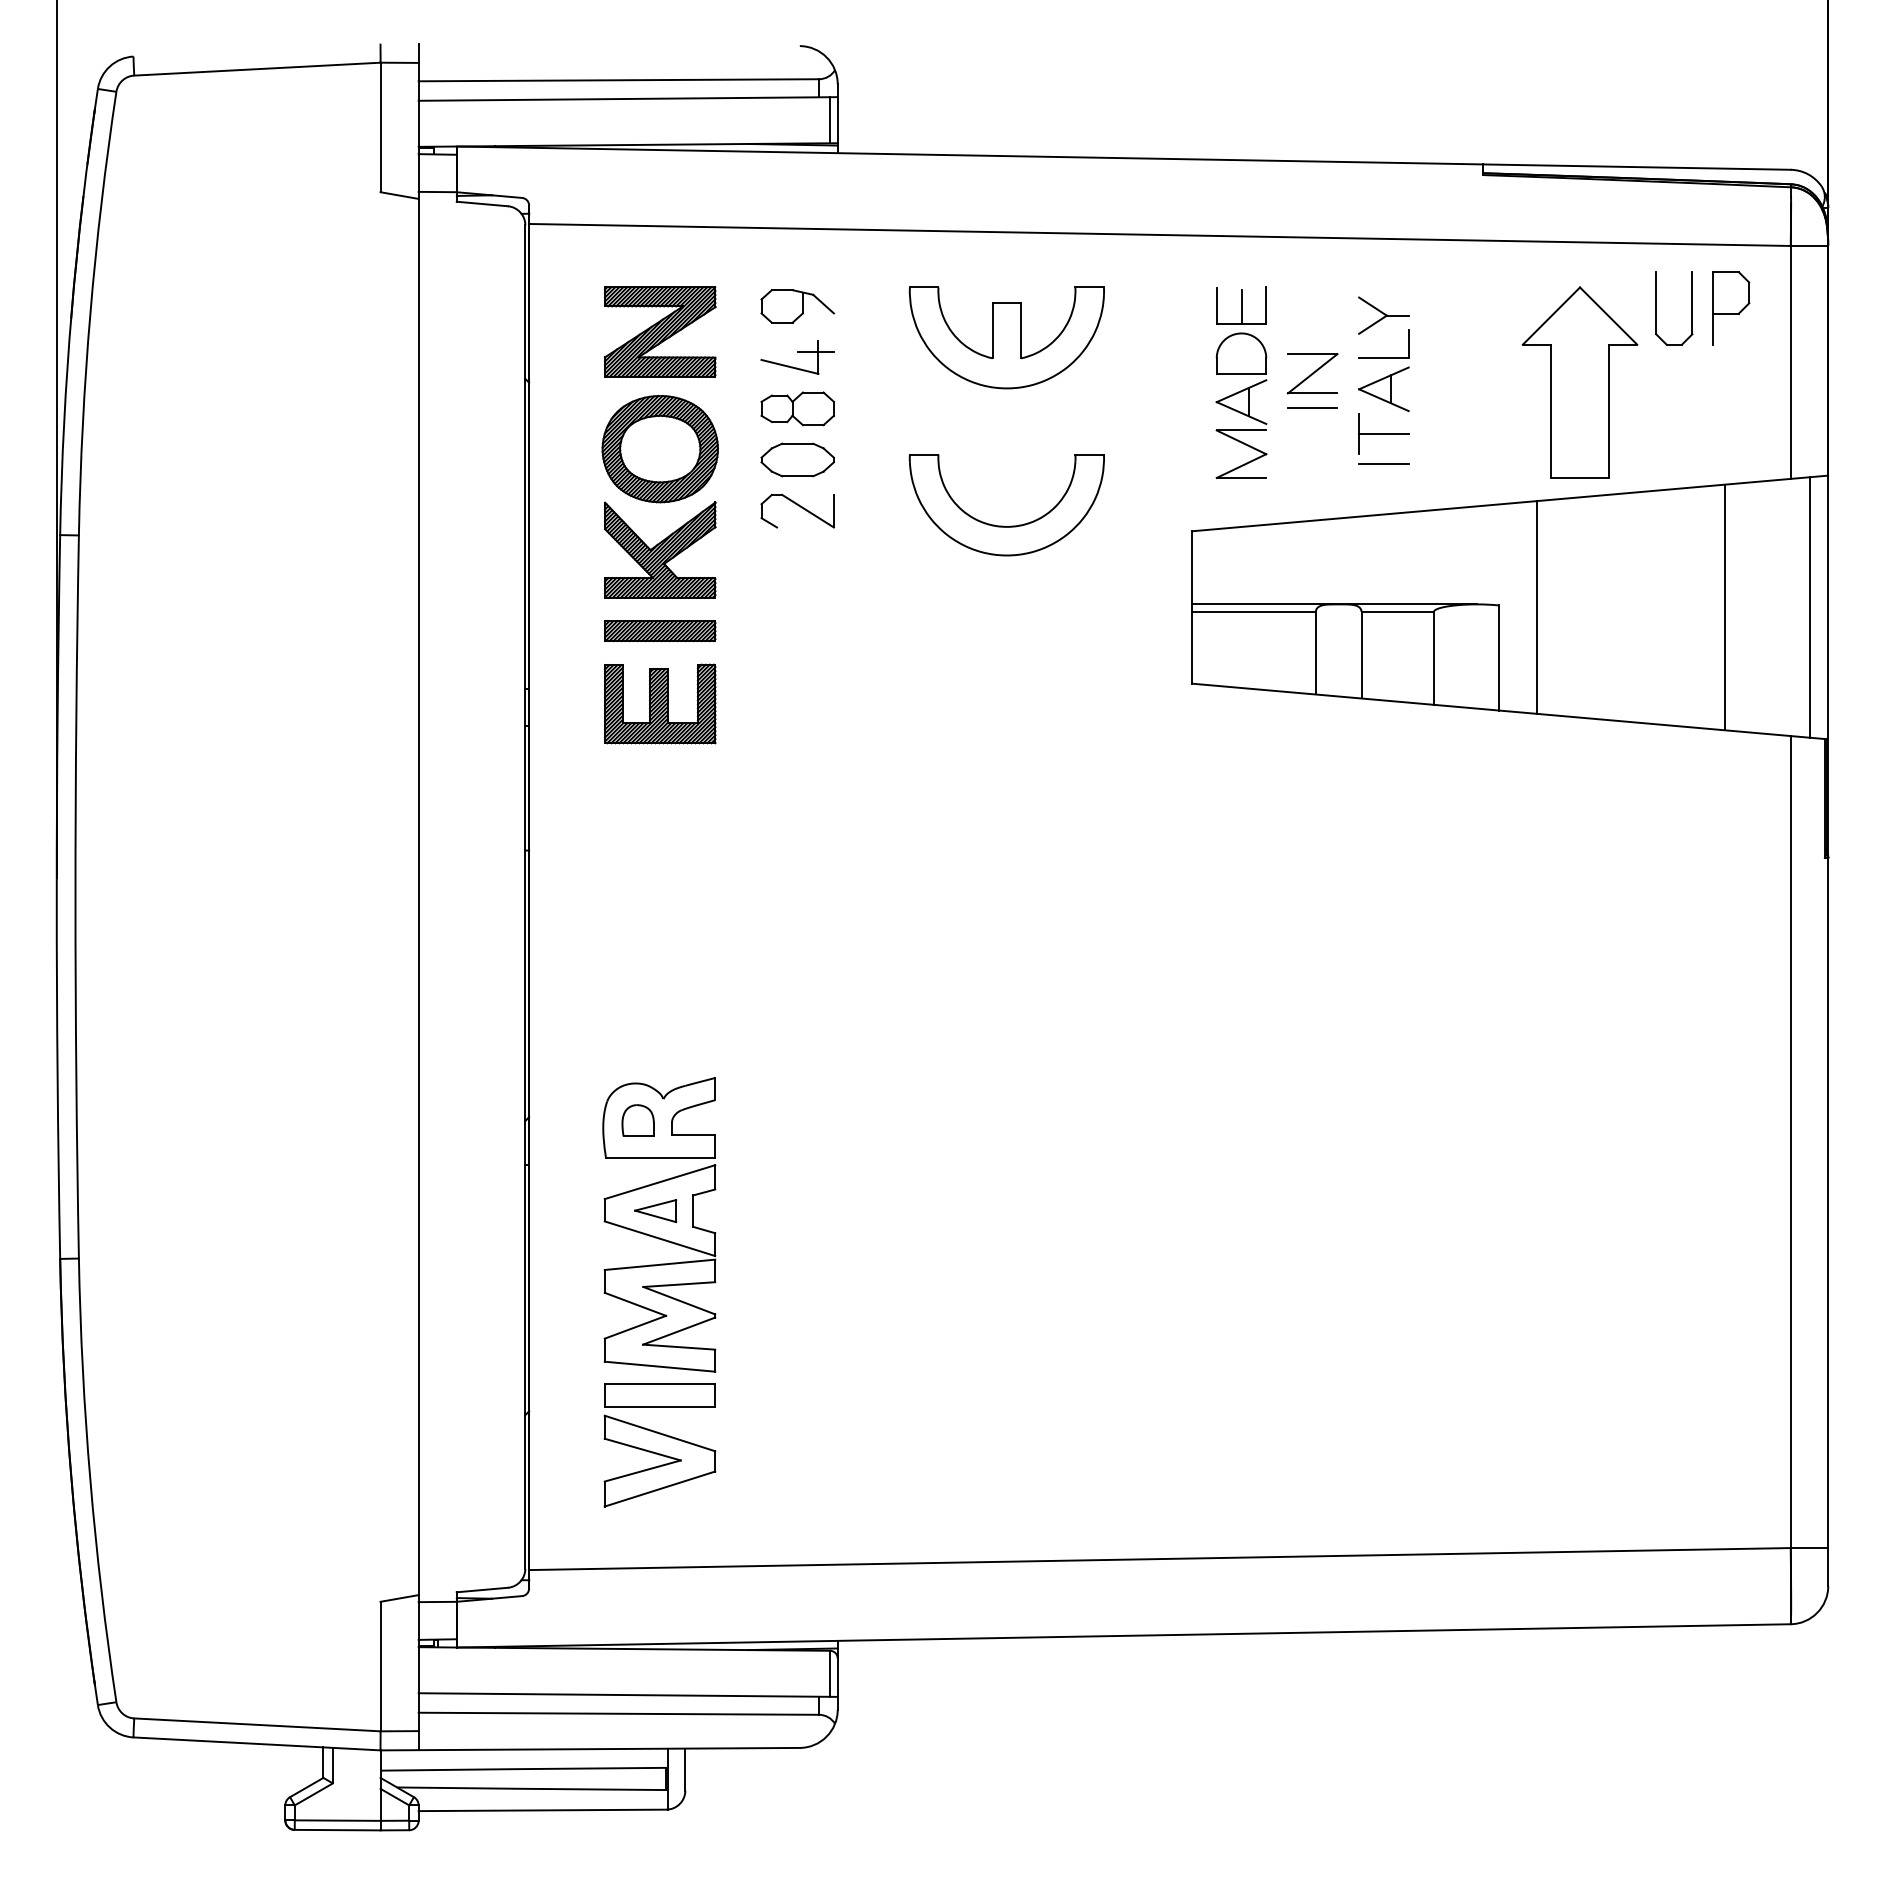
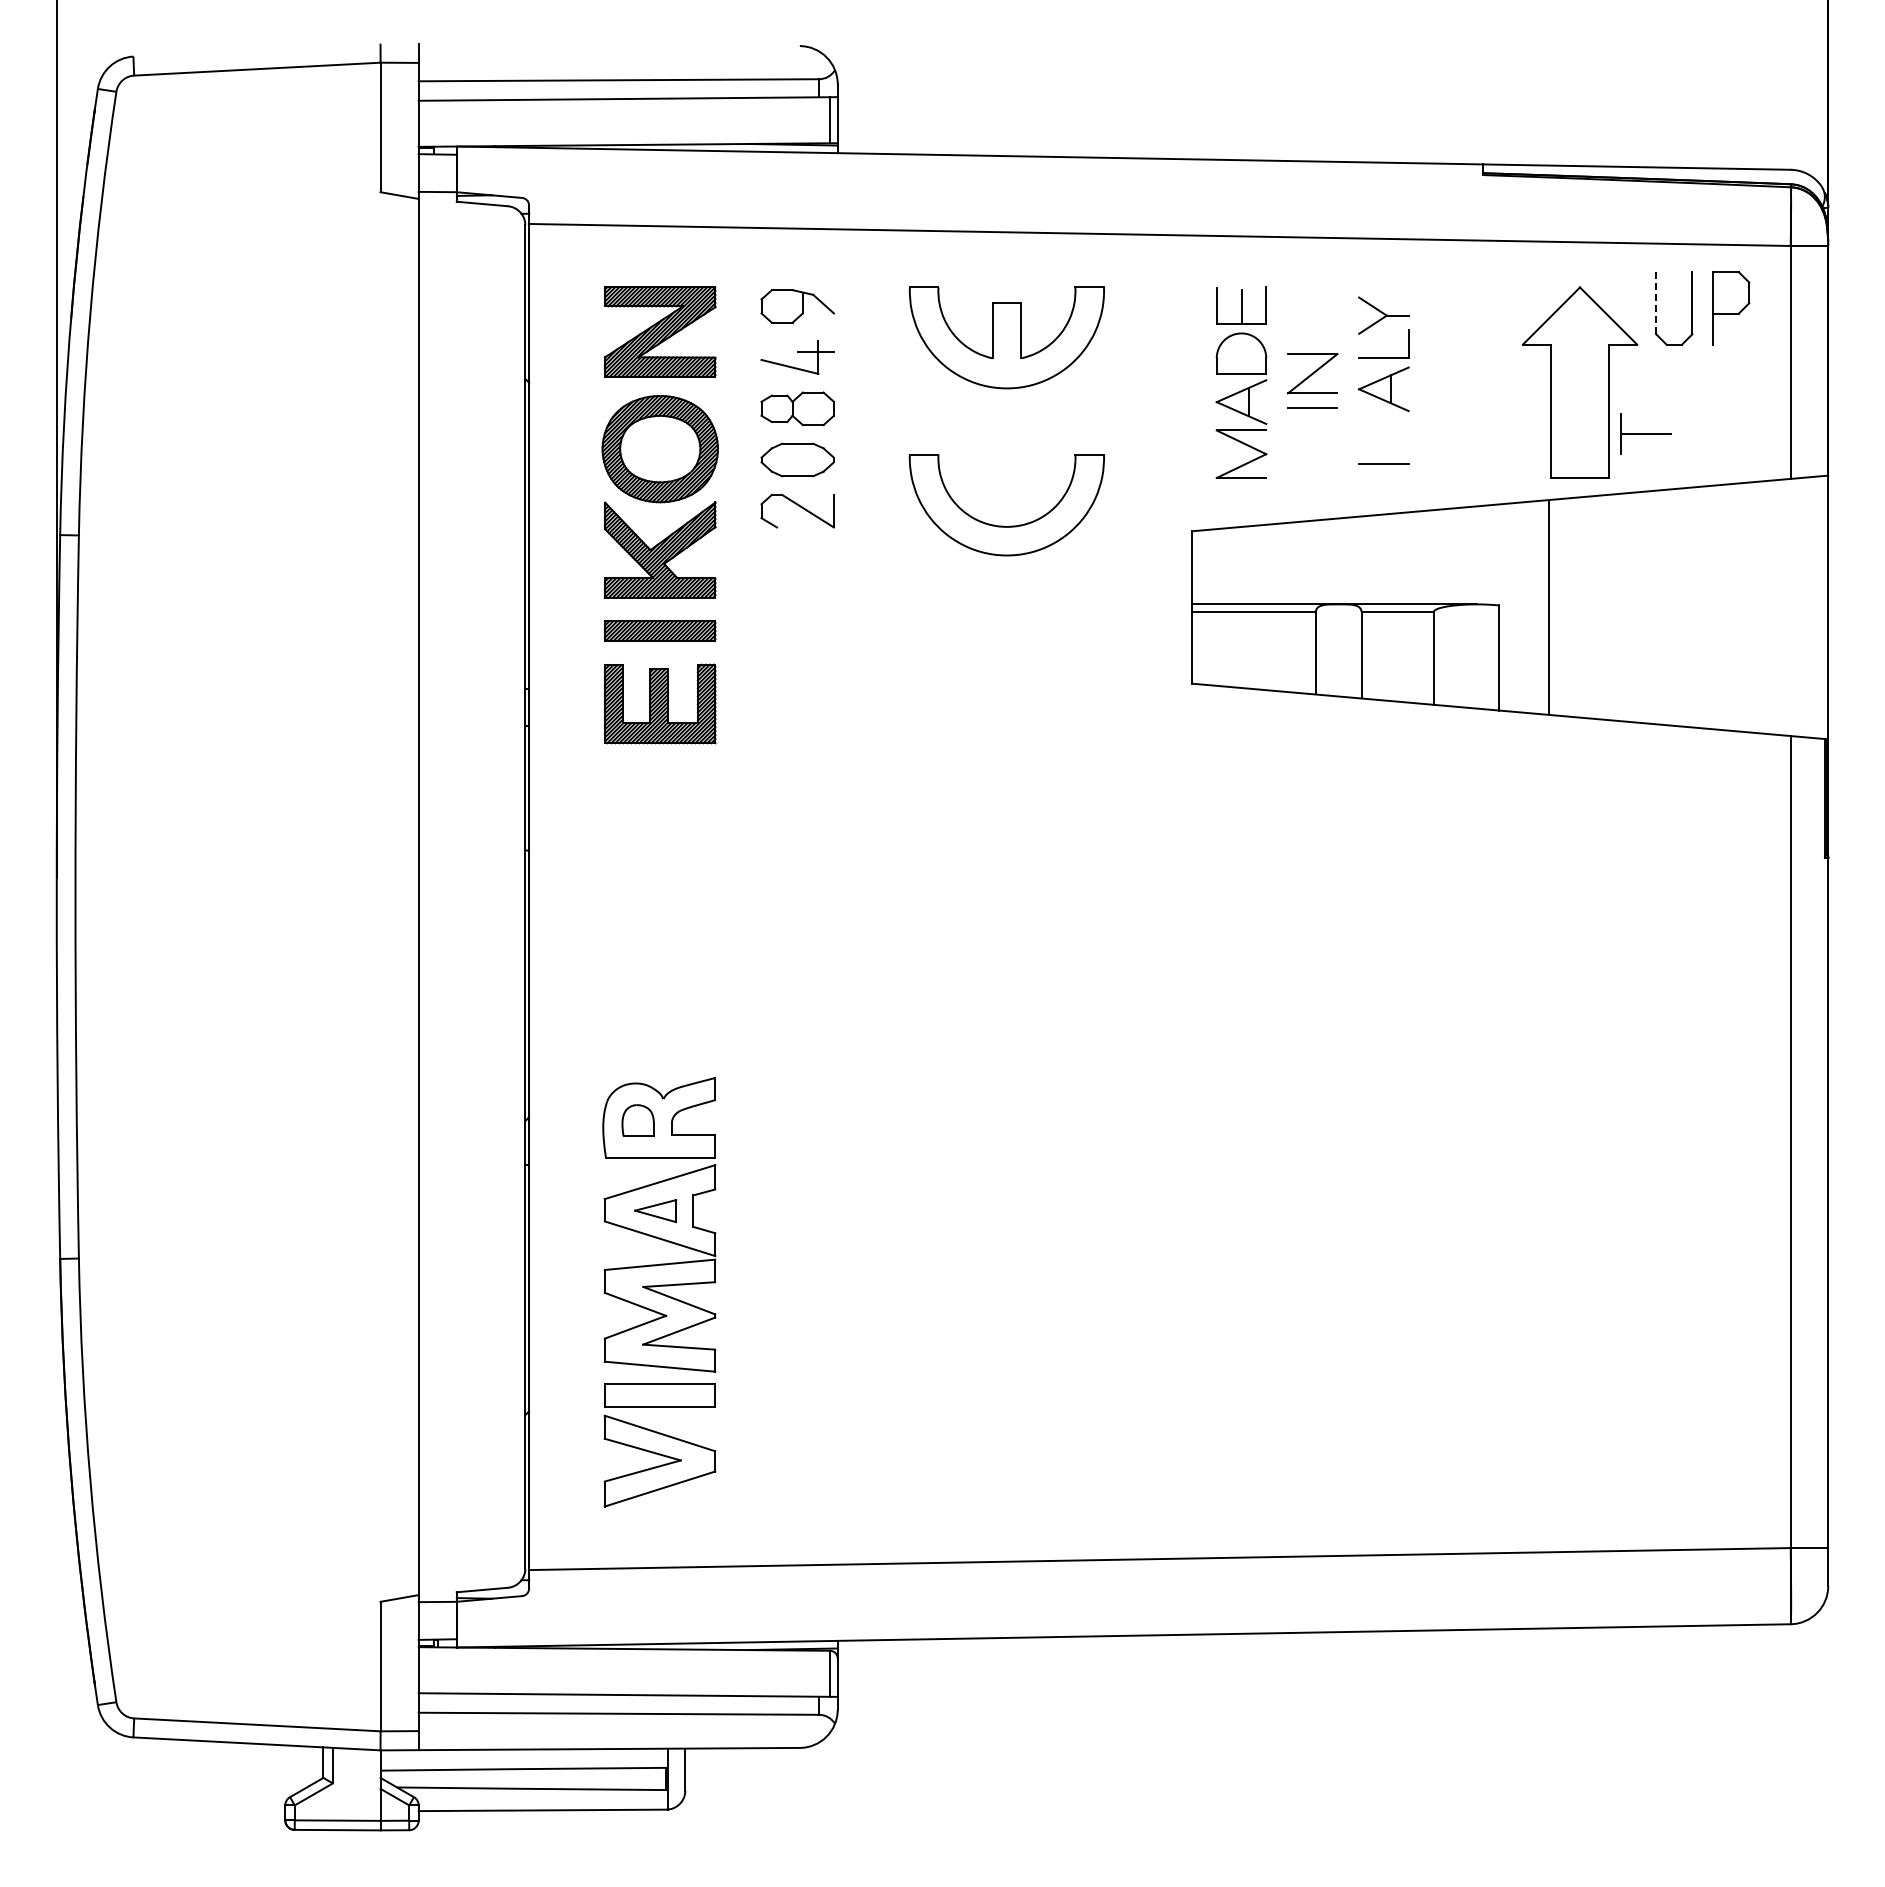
line at (1656, 302): solid -> dashed
part at (1383, 433) position: (1383, 433) -> (1645, 433)
line at (1536, 607) position: (1536, 607) -> (1548, 607)
line at (1725, 607): present -> none
line at (1809, 607): present -> none
